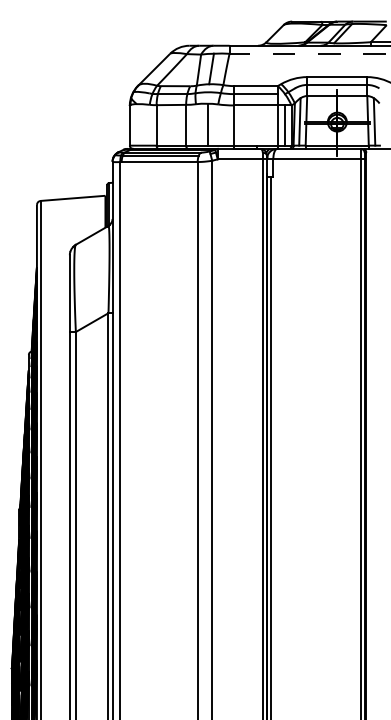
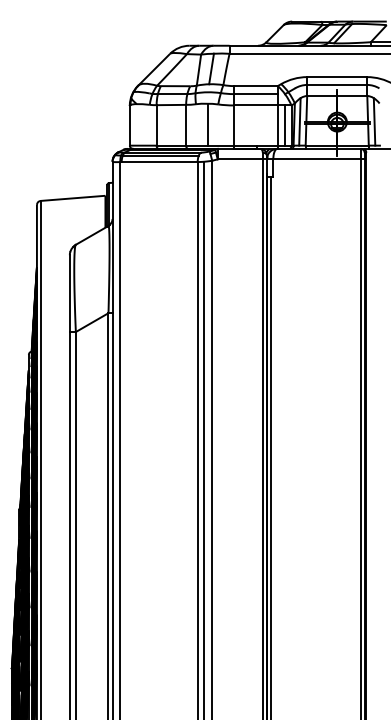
line at (309, 53): dashed -> solid
line at (204, 438): none -> present
